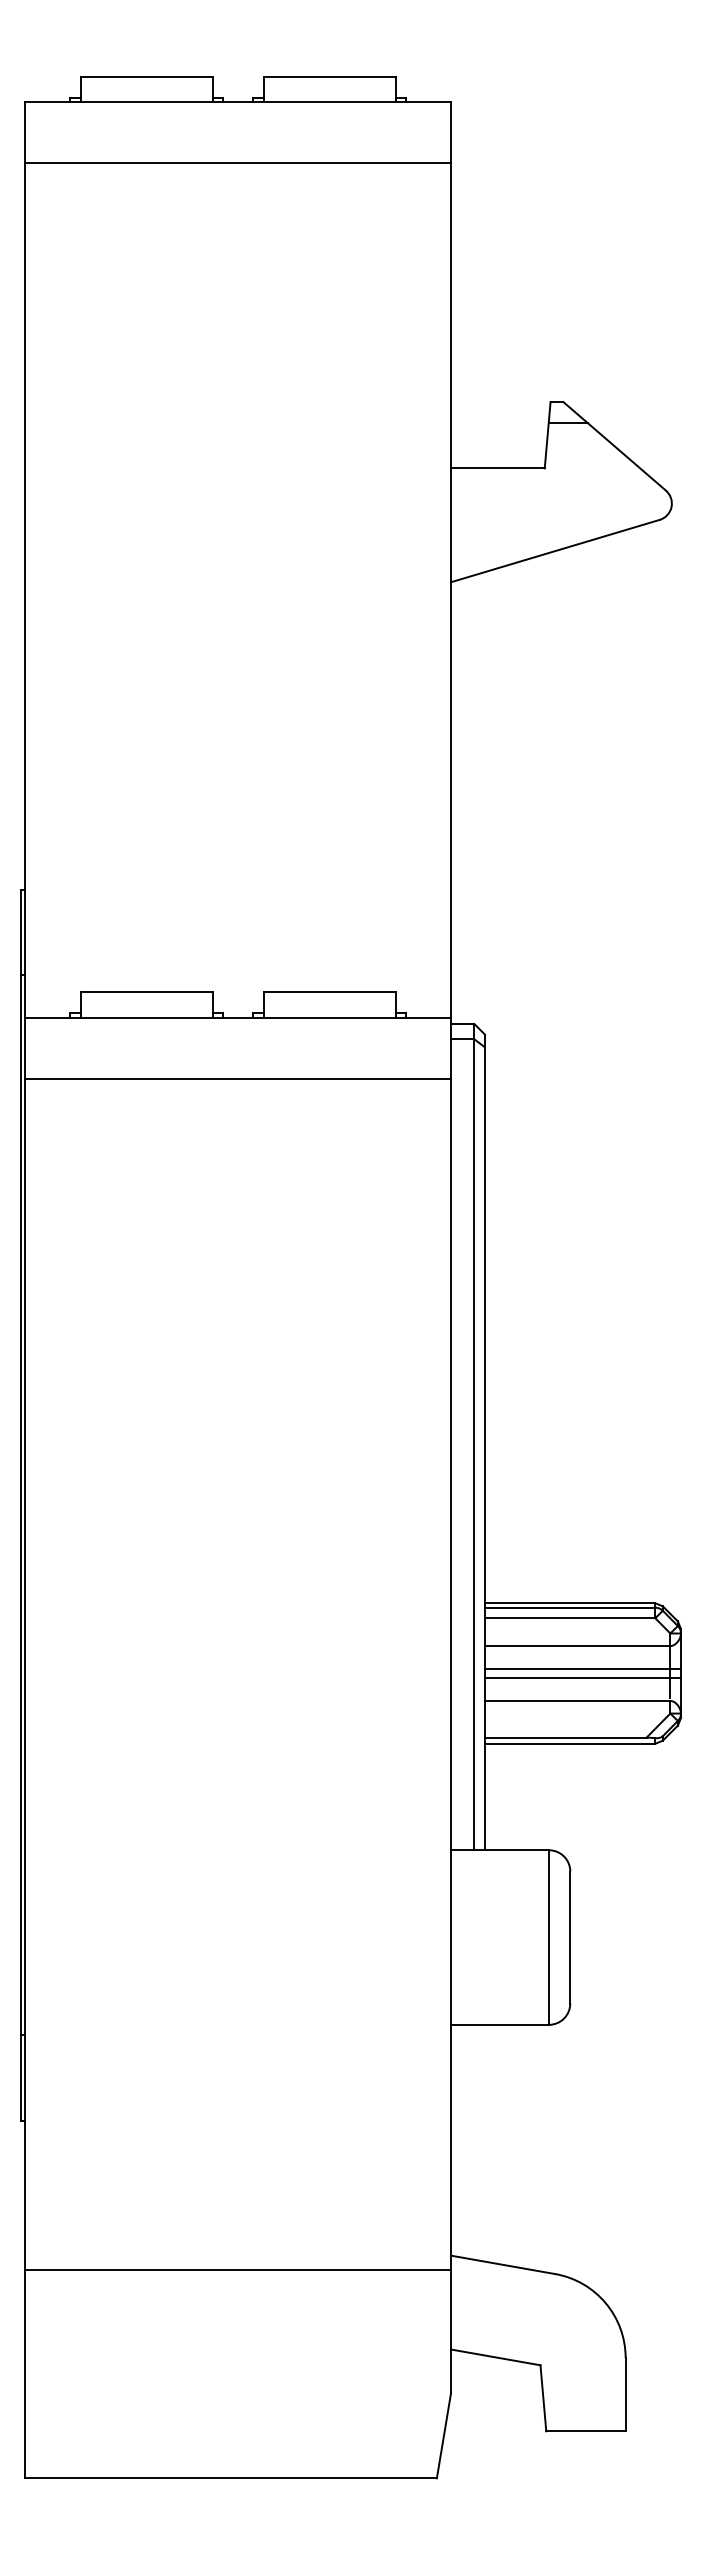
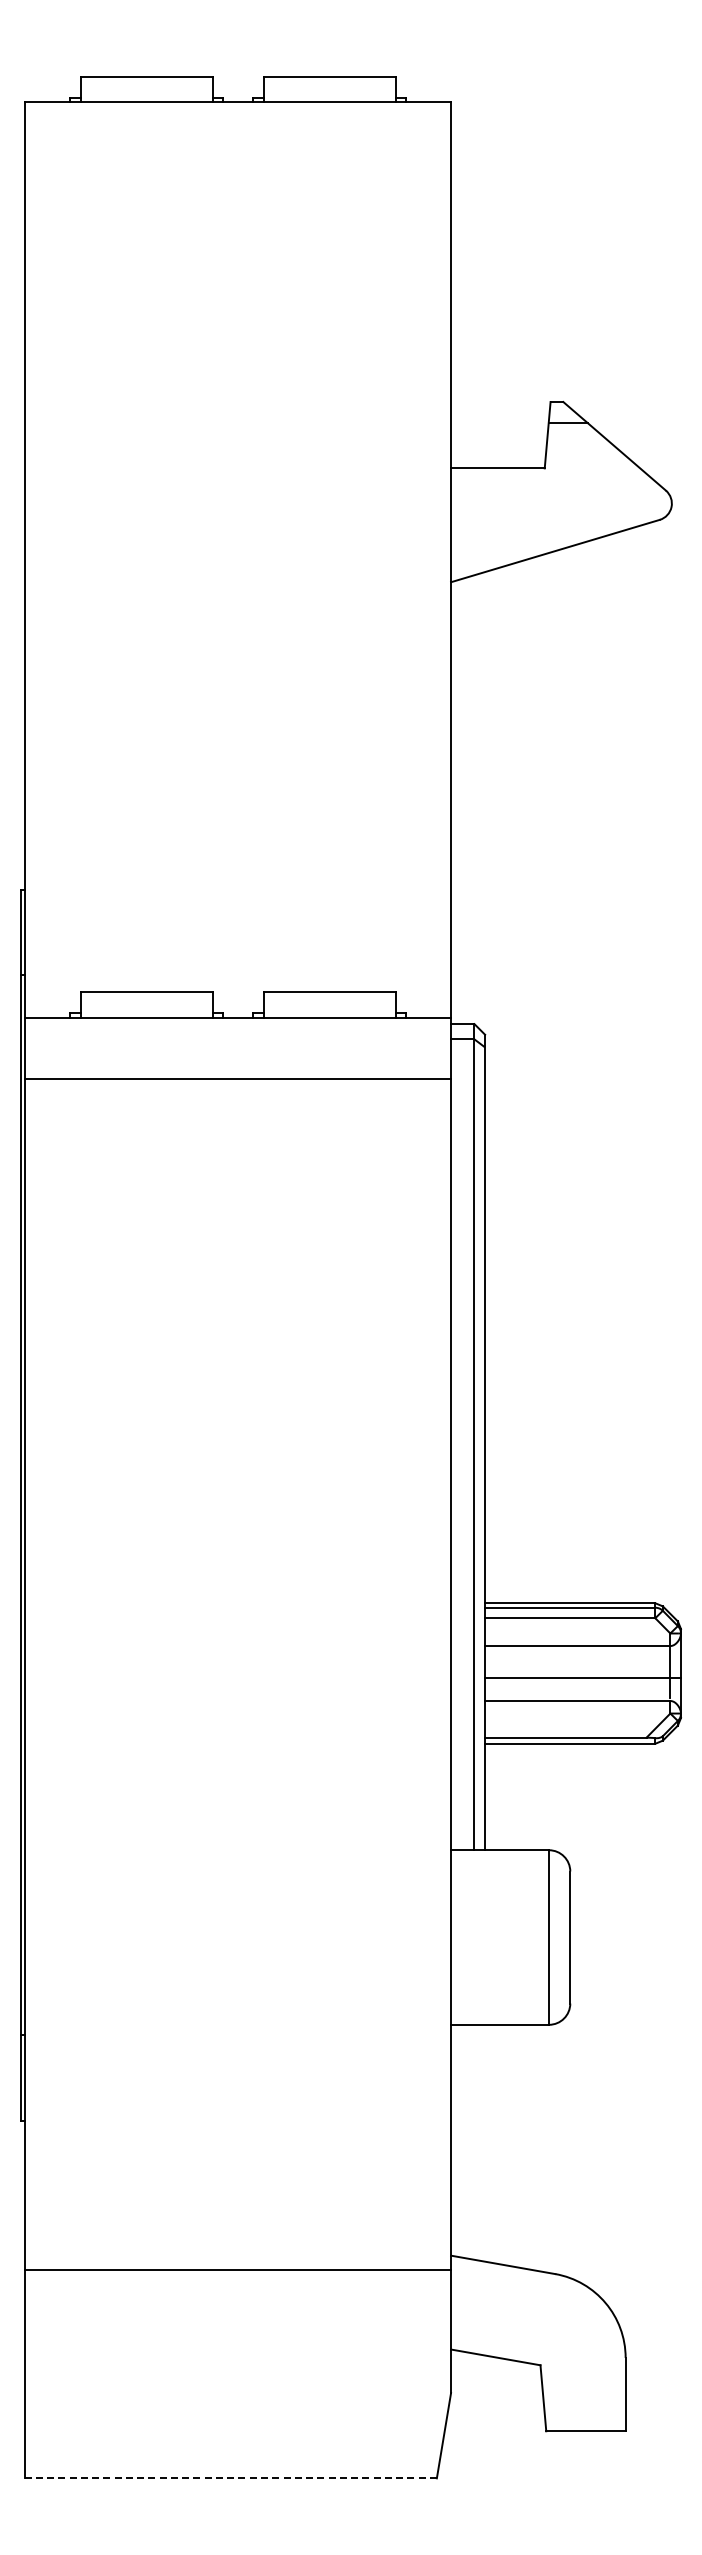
line at (238, 163): present -> none
line at (583, 1669): present -> none
line at (231, 2478): solid -> dashed
